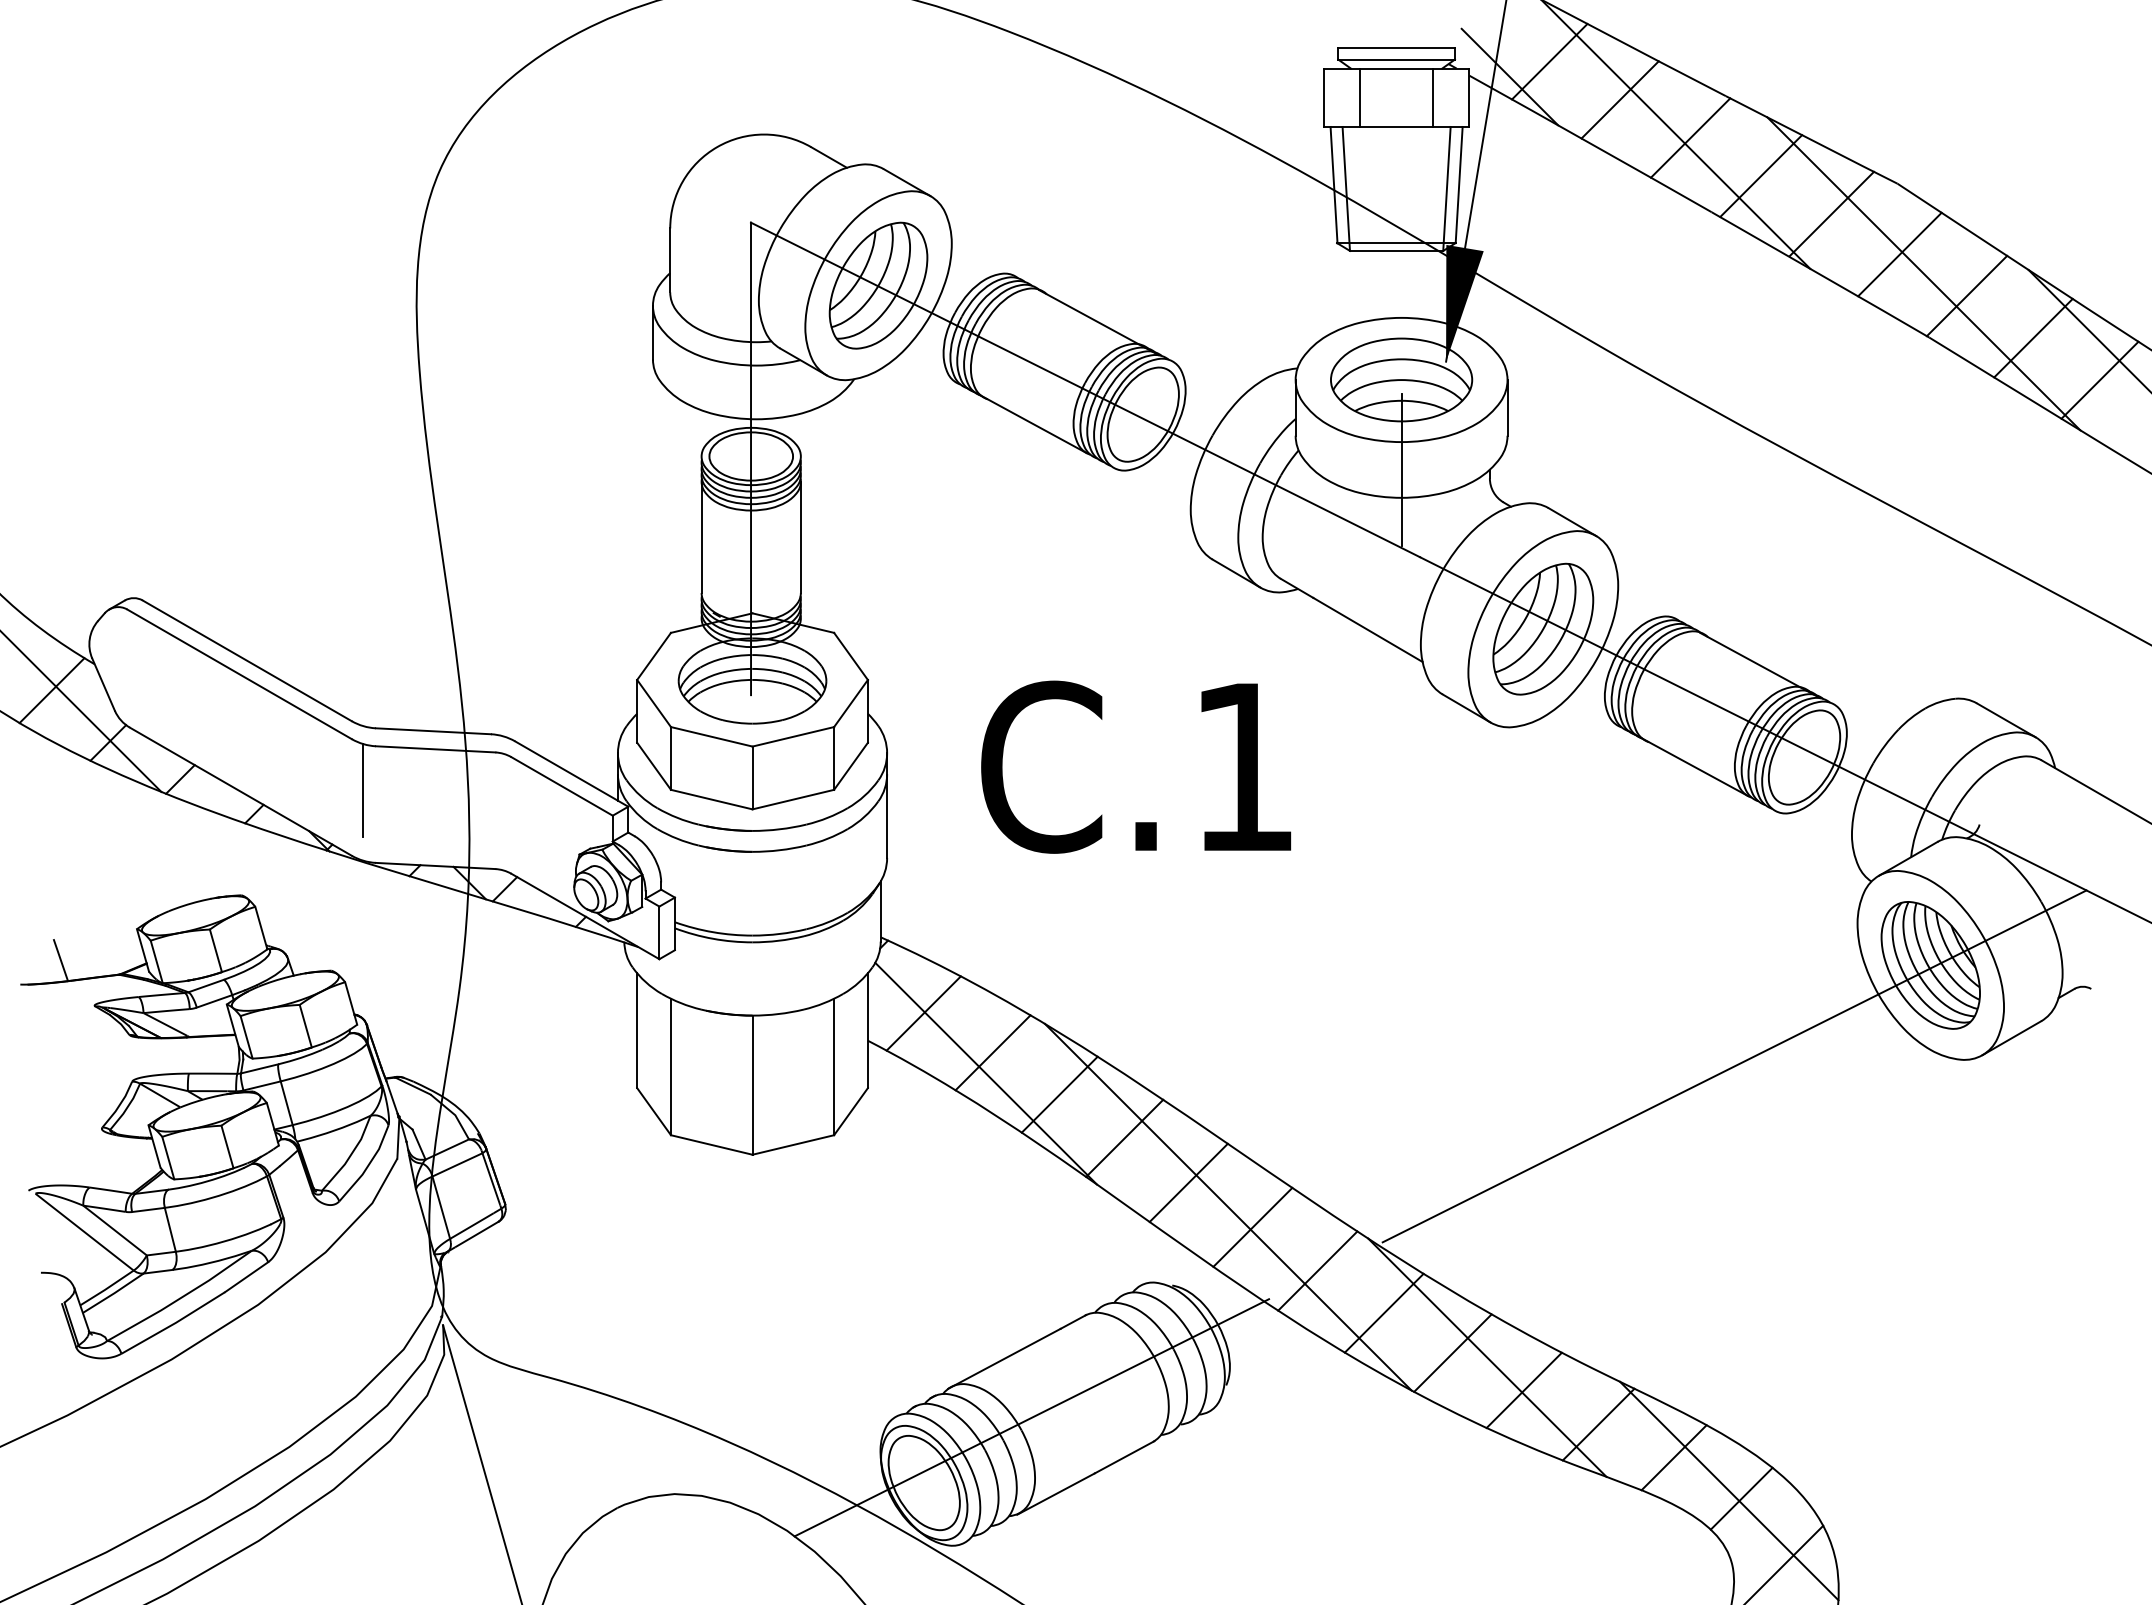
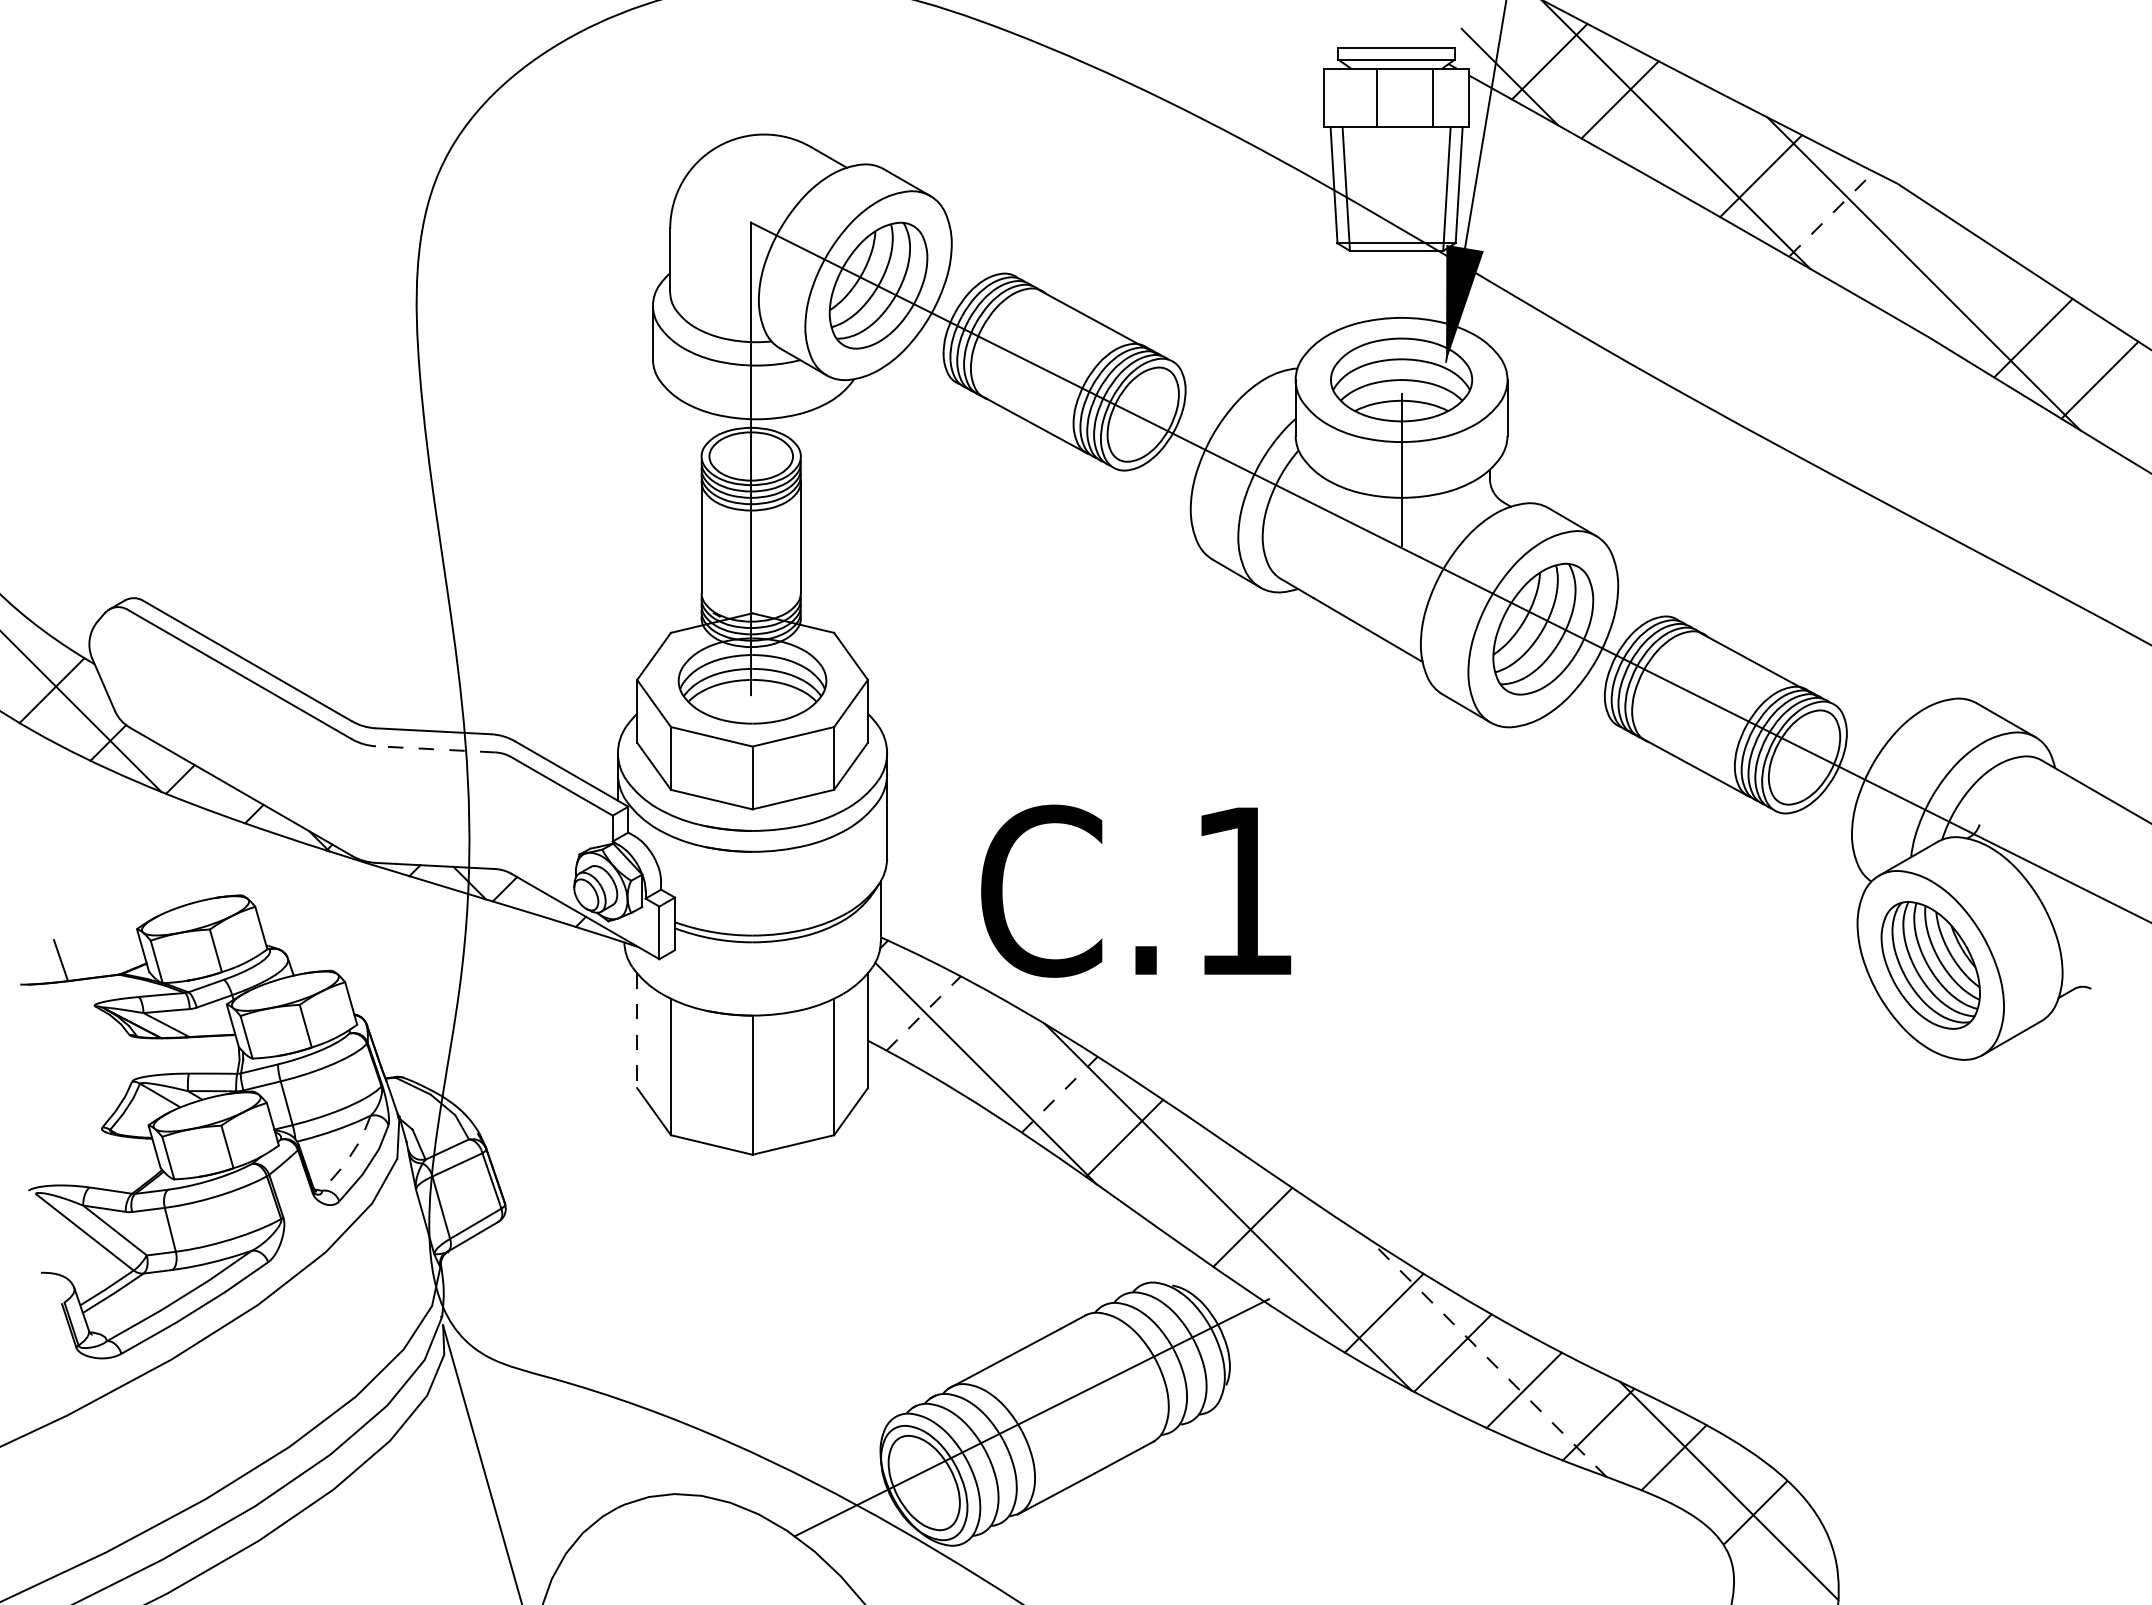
line at (1360, 97) position: (1360, 97) -> (1377, 97)
line at (1690, 137): present -> none
line at (1831, 213): solid -> dashed
line at (1899, 254): present -> none
line at (1966, 295): present -> none
line at (2088, 330): present -> none
line at (435, 749): solid -> dashed
text at (1136, 766) position: (1136, 766) -> (1136, 890)
line at (363, 790): present -> none
line at (924, 1013): solid -> dashed
line at (637, 1031): solid -> dashed
line at (992, 1052): present -> none
line at (1734, 1066): present -> none
line at (1059, 1094): solid -> dashed
line at (350, 1155): solid -> dashed
line at (1188, 1182): present -> none
line at (1317, 1270): present -> none
line at (1487, 1357): solid -> dashed
line at (1741, 1498) position: (1741, 1498) -> (1755, 1512)
line at (1785, 1563): present -> none
